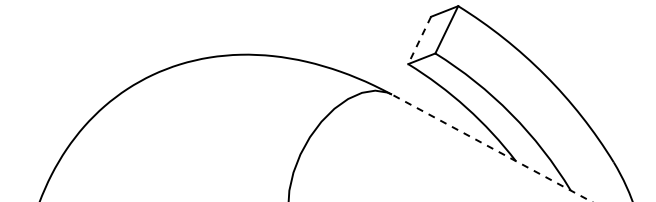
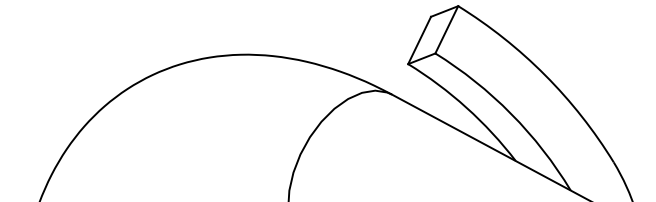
line at (419, 40): dashed -> solid
line at (491, 147): dashed -> solid
